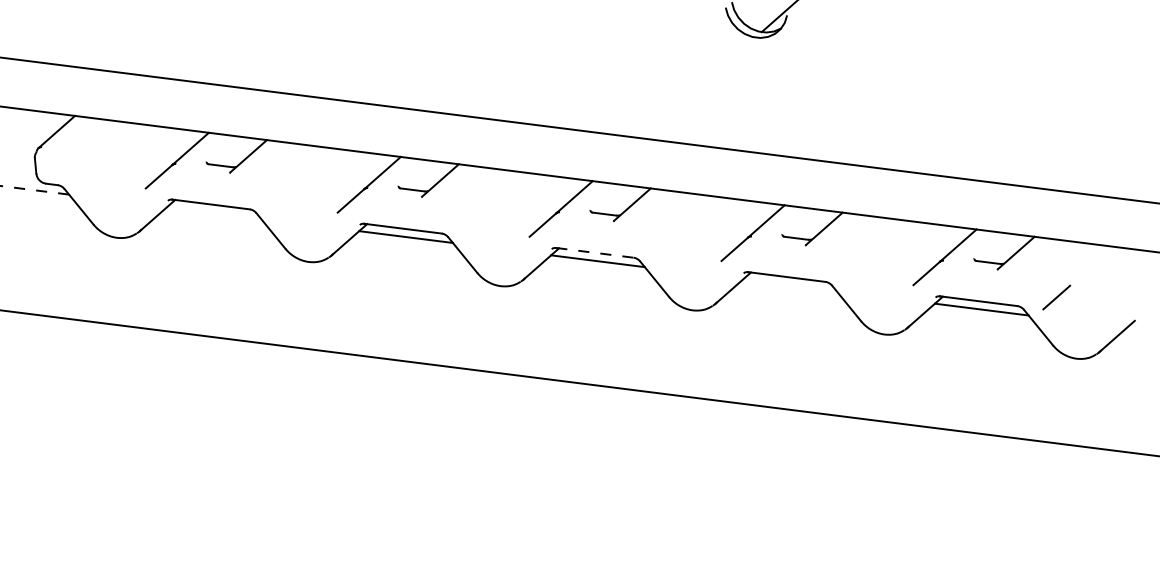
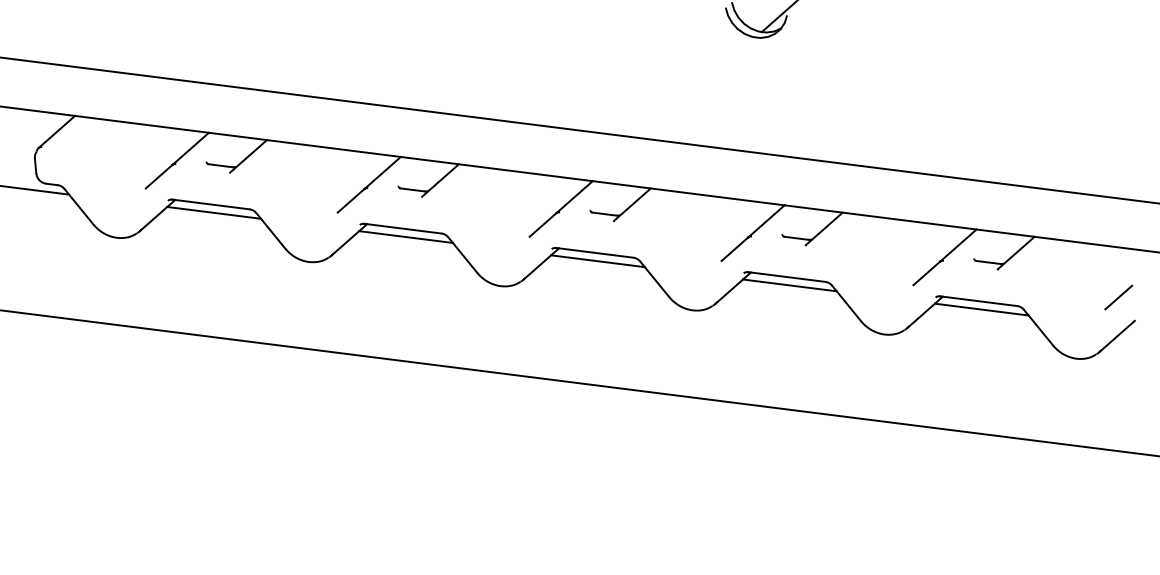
line at (34, 190): dashed -> solid
line at (214, 212): none -> present
line at (594, 252): dashed -> solid
line at (789, 285): none -> present
line at (1056, 297) position: (1056, 297) -> (1118, 297)
